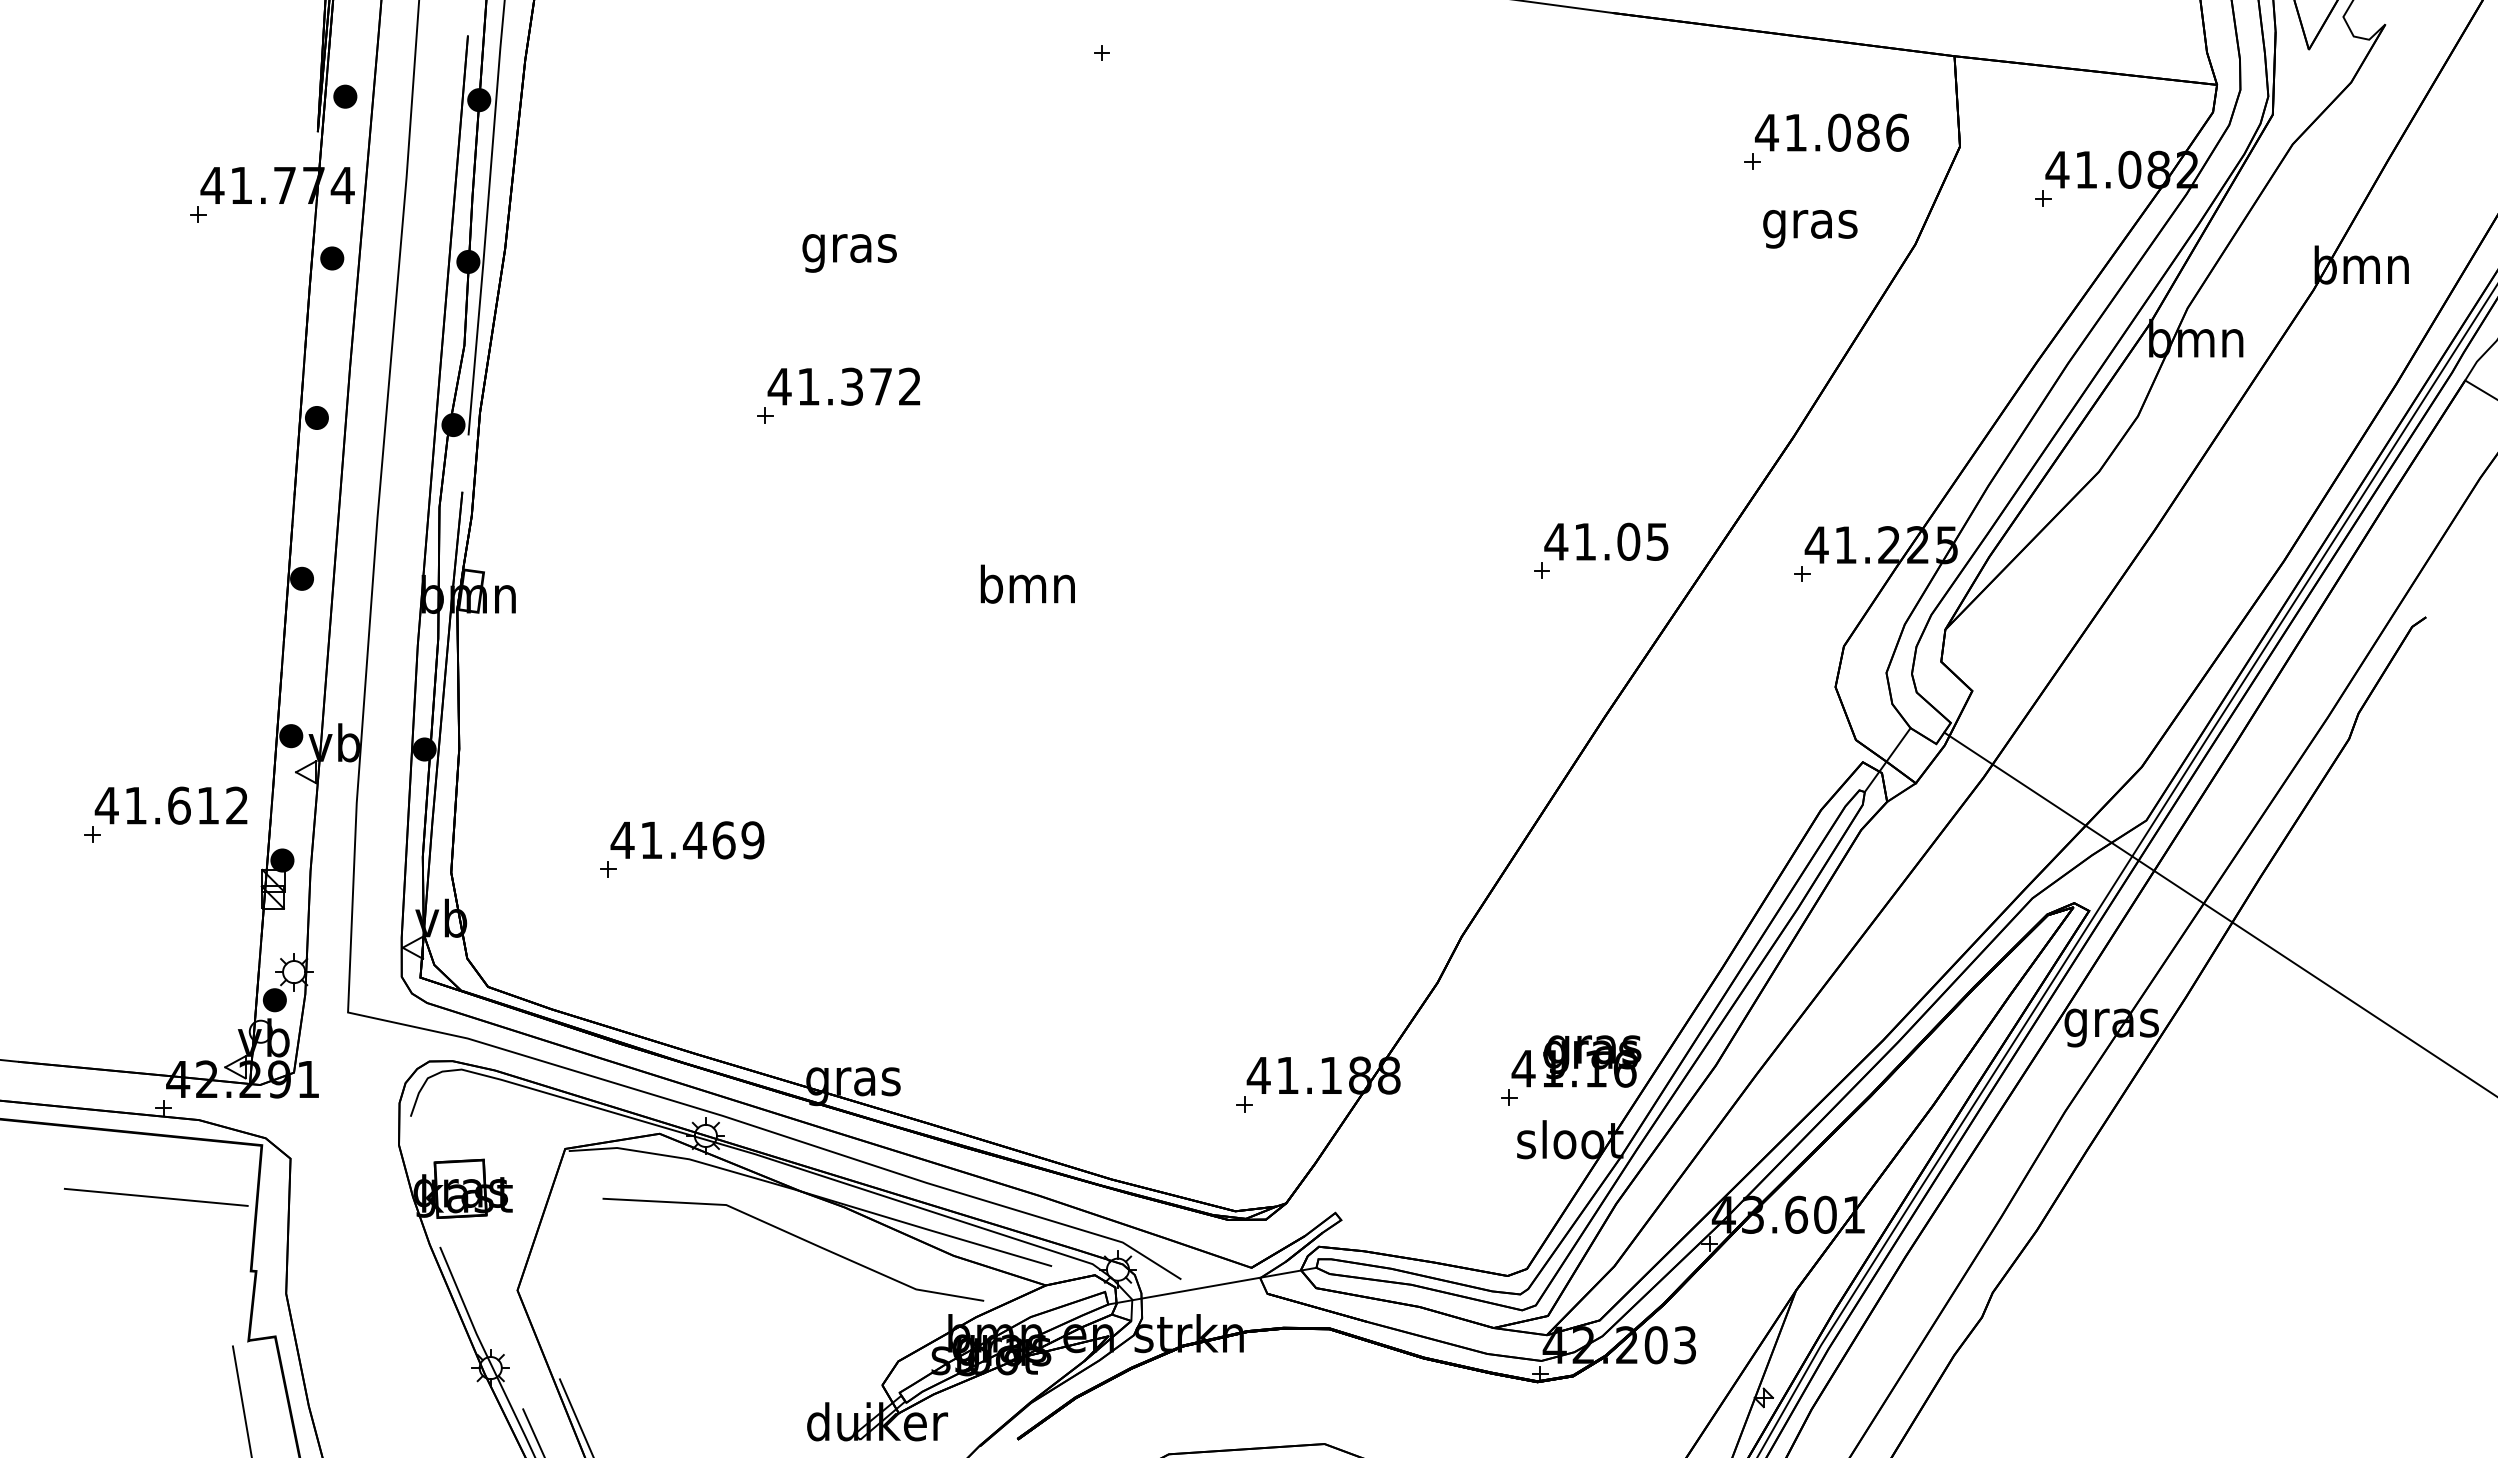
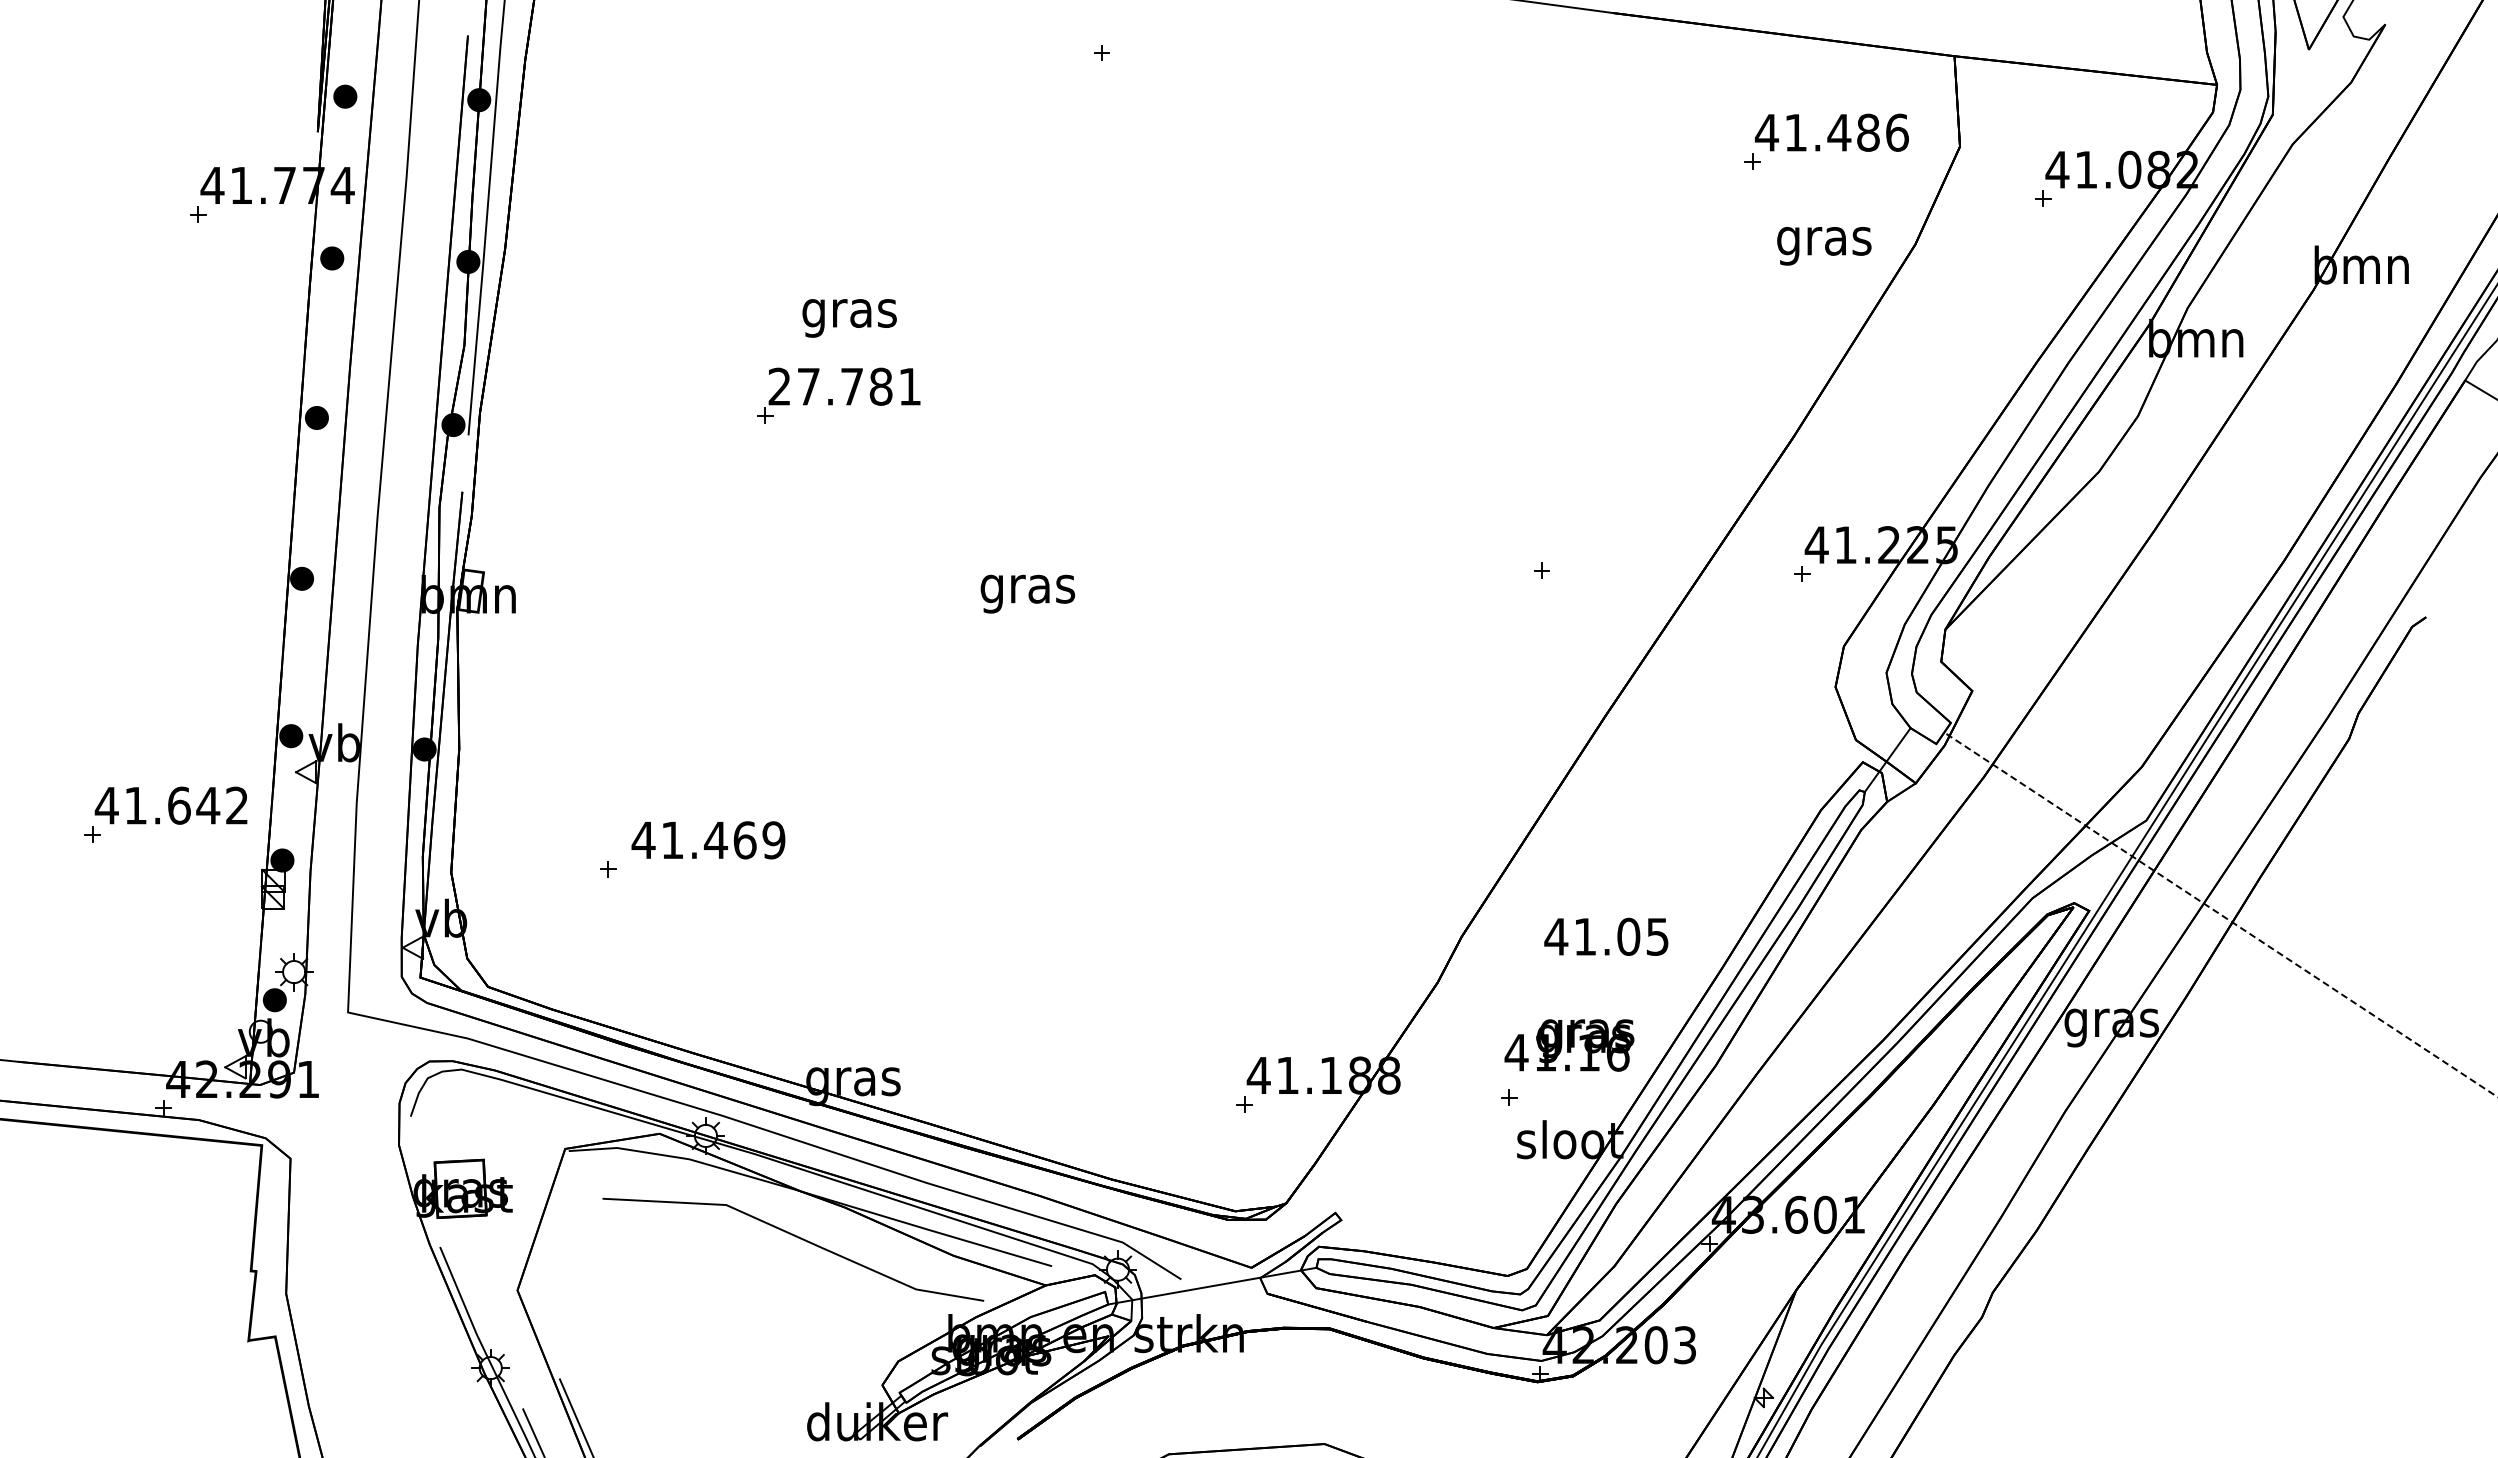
text at (1839, 132): 41.086 -> 41.486
text at (1810, 229) position: (1810, 229) -> (1824, 246)
text at (849, 253) position: (849, 253) -> (849, 318)
text at (843, 386): 41.372 -> 27.781
text at (1606, 541) position: (1606, 541) -> (1606, 936)
text at (1027, 588): bmn -> gras
text at (208, 805): 41.612 -> 41.642
text at (687, 840) position: (687, 840) -> (708, 840)
line at (2220, 914): solid -> dashed
text at (1576, 1061) position: (1576, 1061) -> (1569, 1045)
line at (155, 1196): present -> none
line at (241, 1400): present -> none
